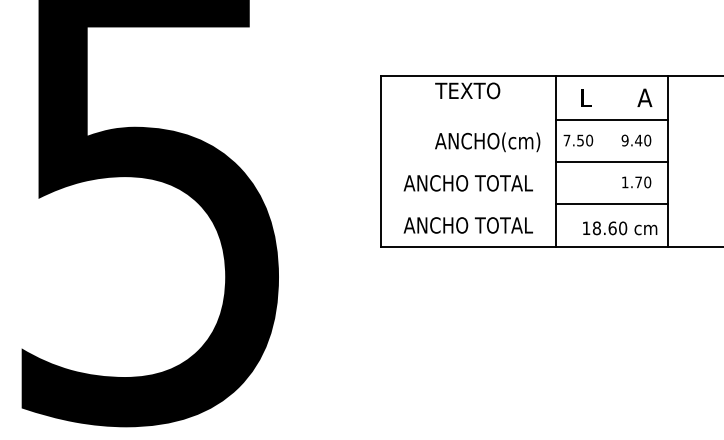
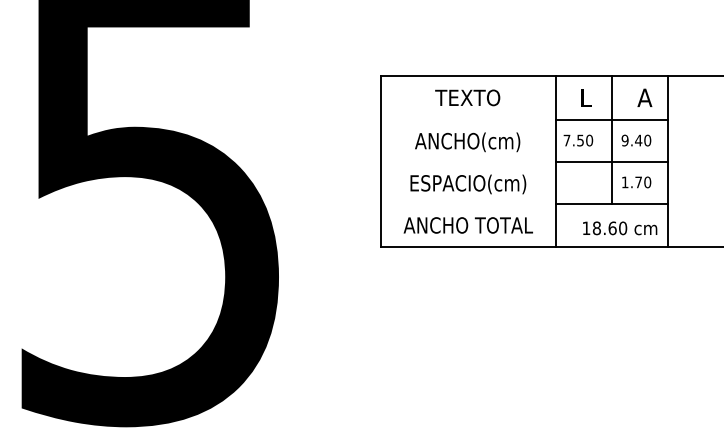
text at (467, 90) position: (467, 90) -> (467, 97)
line at (612, 139): none -> present
text at (487, 142) position: (487, 142) -> (467, 142)
text at (468, 184): ANCHO TOTAL -> ESPACIO(cm)
